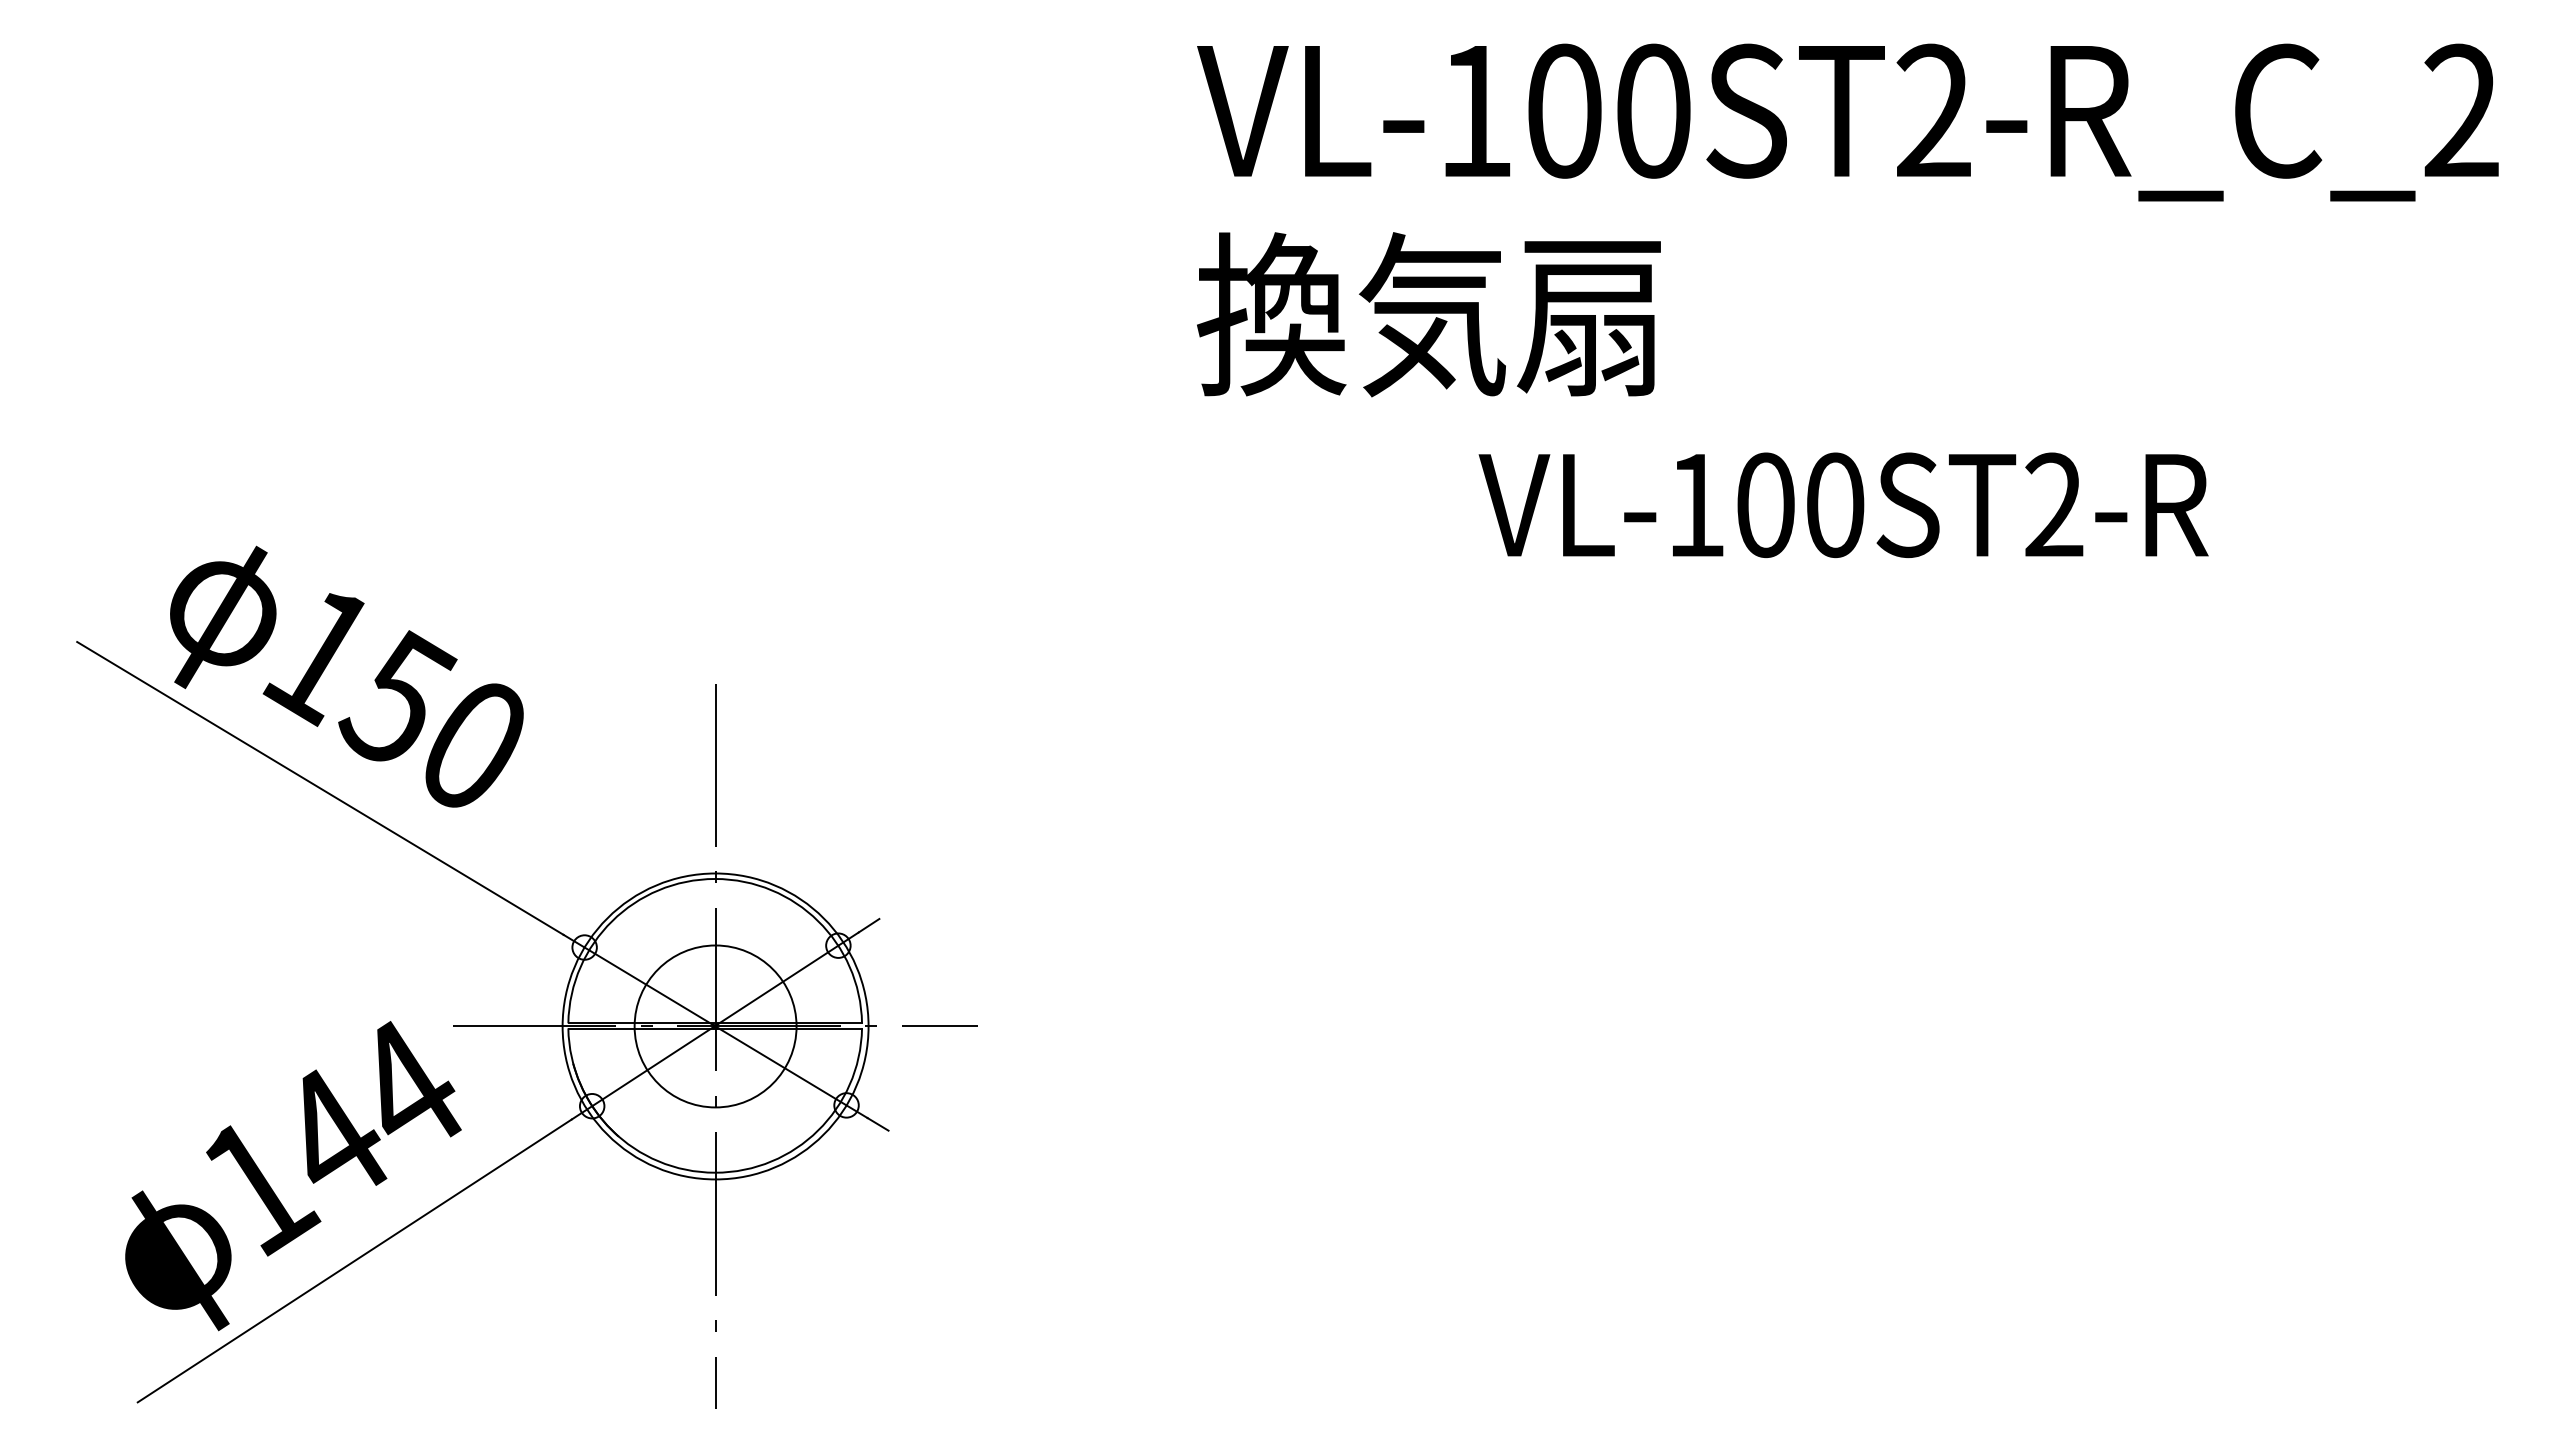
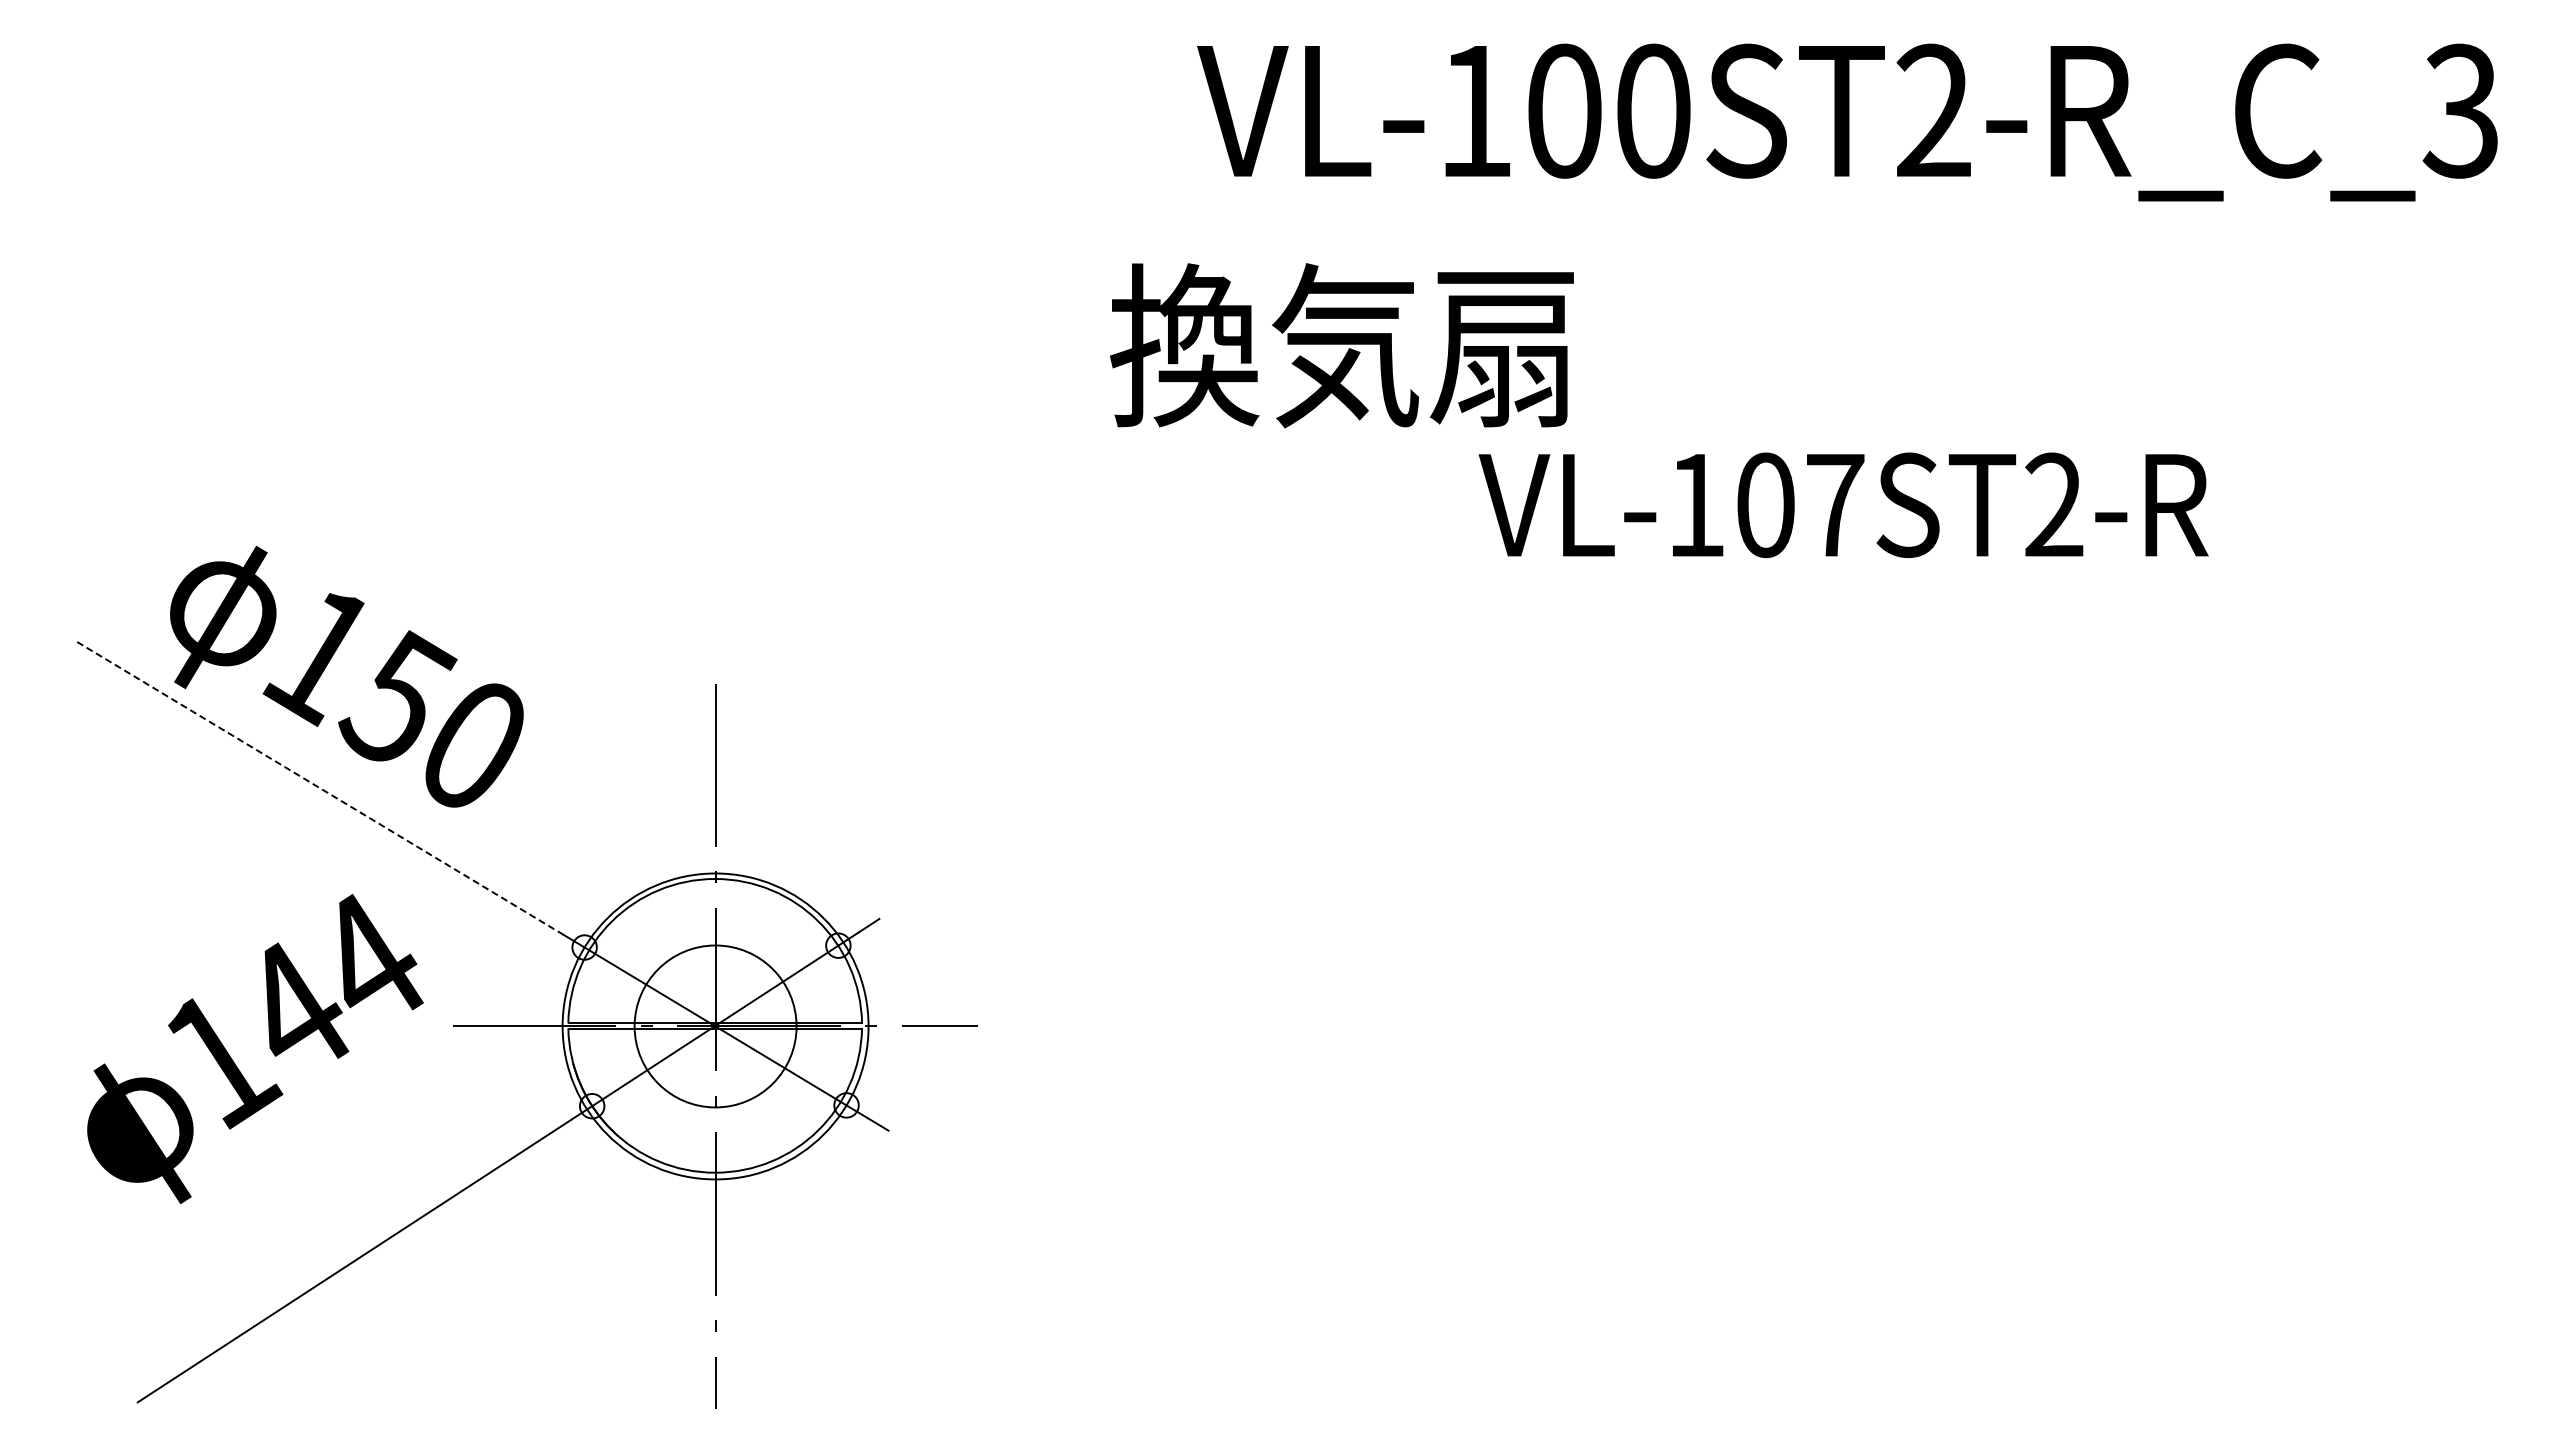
text at (2460, 110): VL-100ST2-R_C_2 -> VL-100ST2-R_C_3
text at (1428, 314) position: (1428, 314) -> (1341, 345)
text at (1835, 505): VL-100ST2-R -> VL-107ST2-R
line at (320, 788): solid -> dashed
text at (293, 1176) position: (293, 1176) -> (255, 1049)
